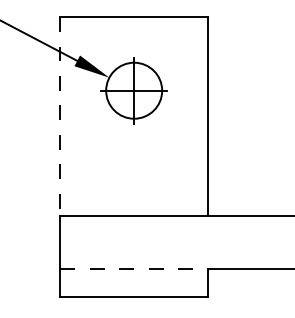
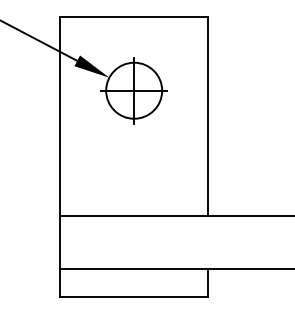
line at (60, 116): dashed -> solid
line at (134, 268): dashed -> solid
